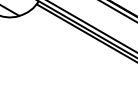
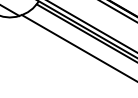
line at (77, 47): none -> present
